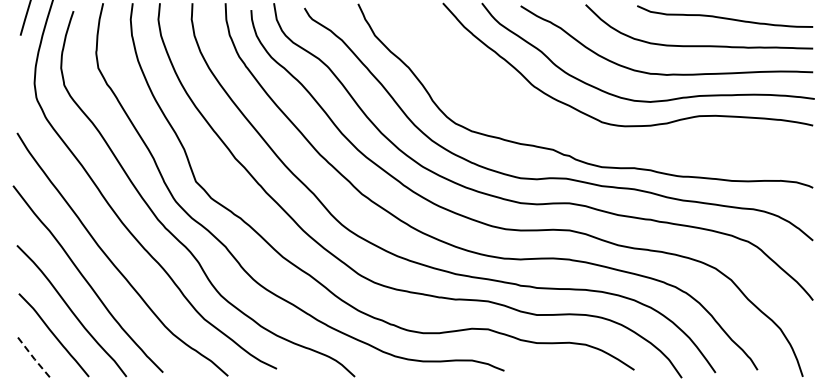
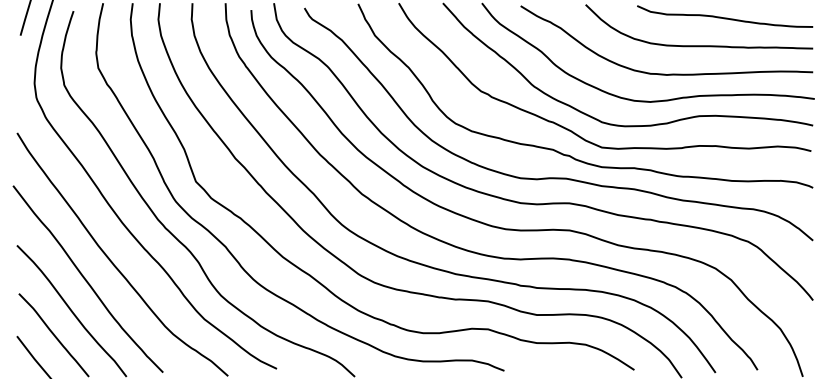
curve at (570, 129): none -> present
line at (33, 357): dashed -> solid
